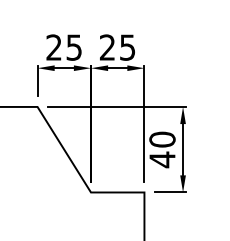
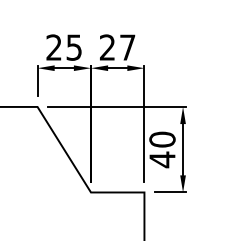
text at (127, 47): 25 -> 27
